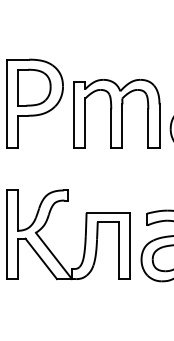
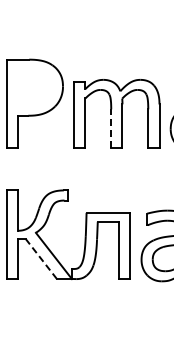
part at (34, 87): present -> none
line at (111, 128): solid -> dashed
line at (41, 258): solid -> dashed
